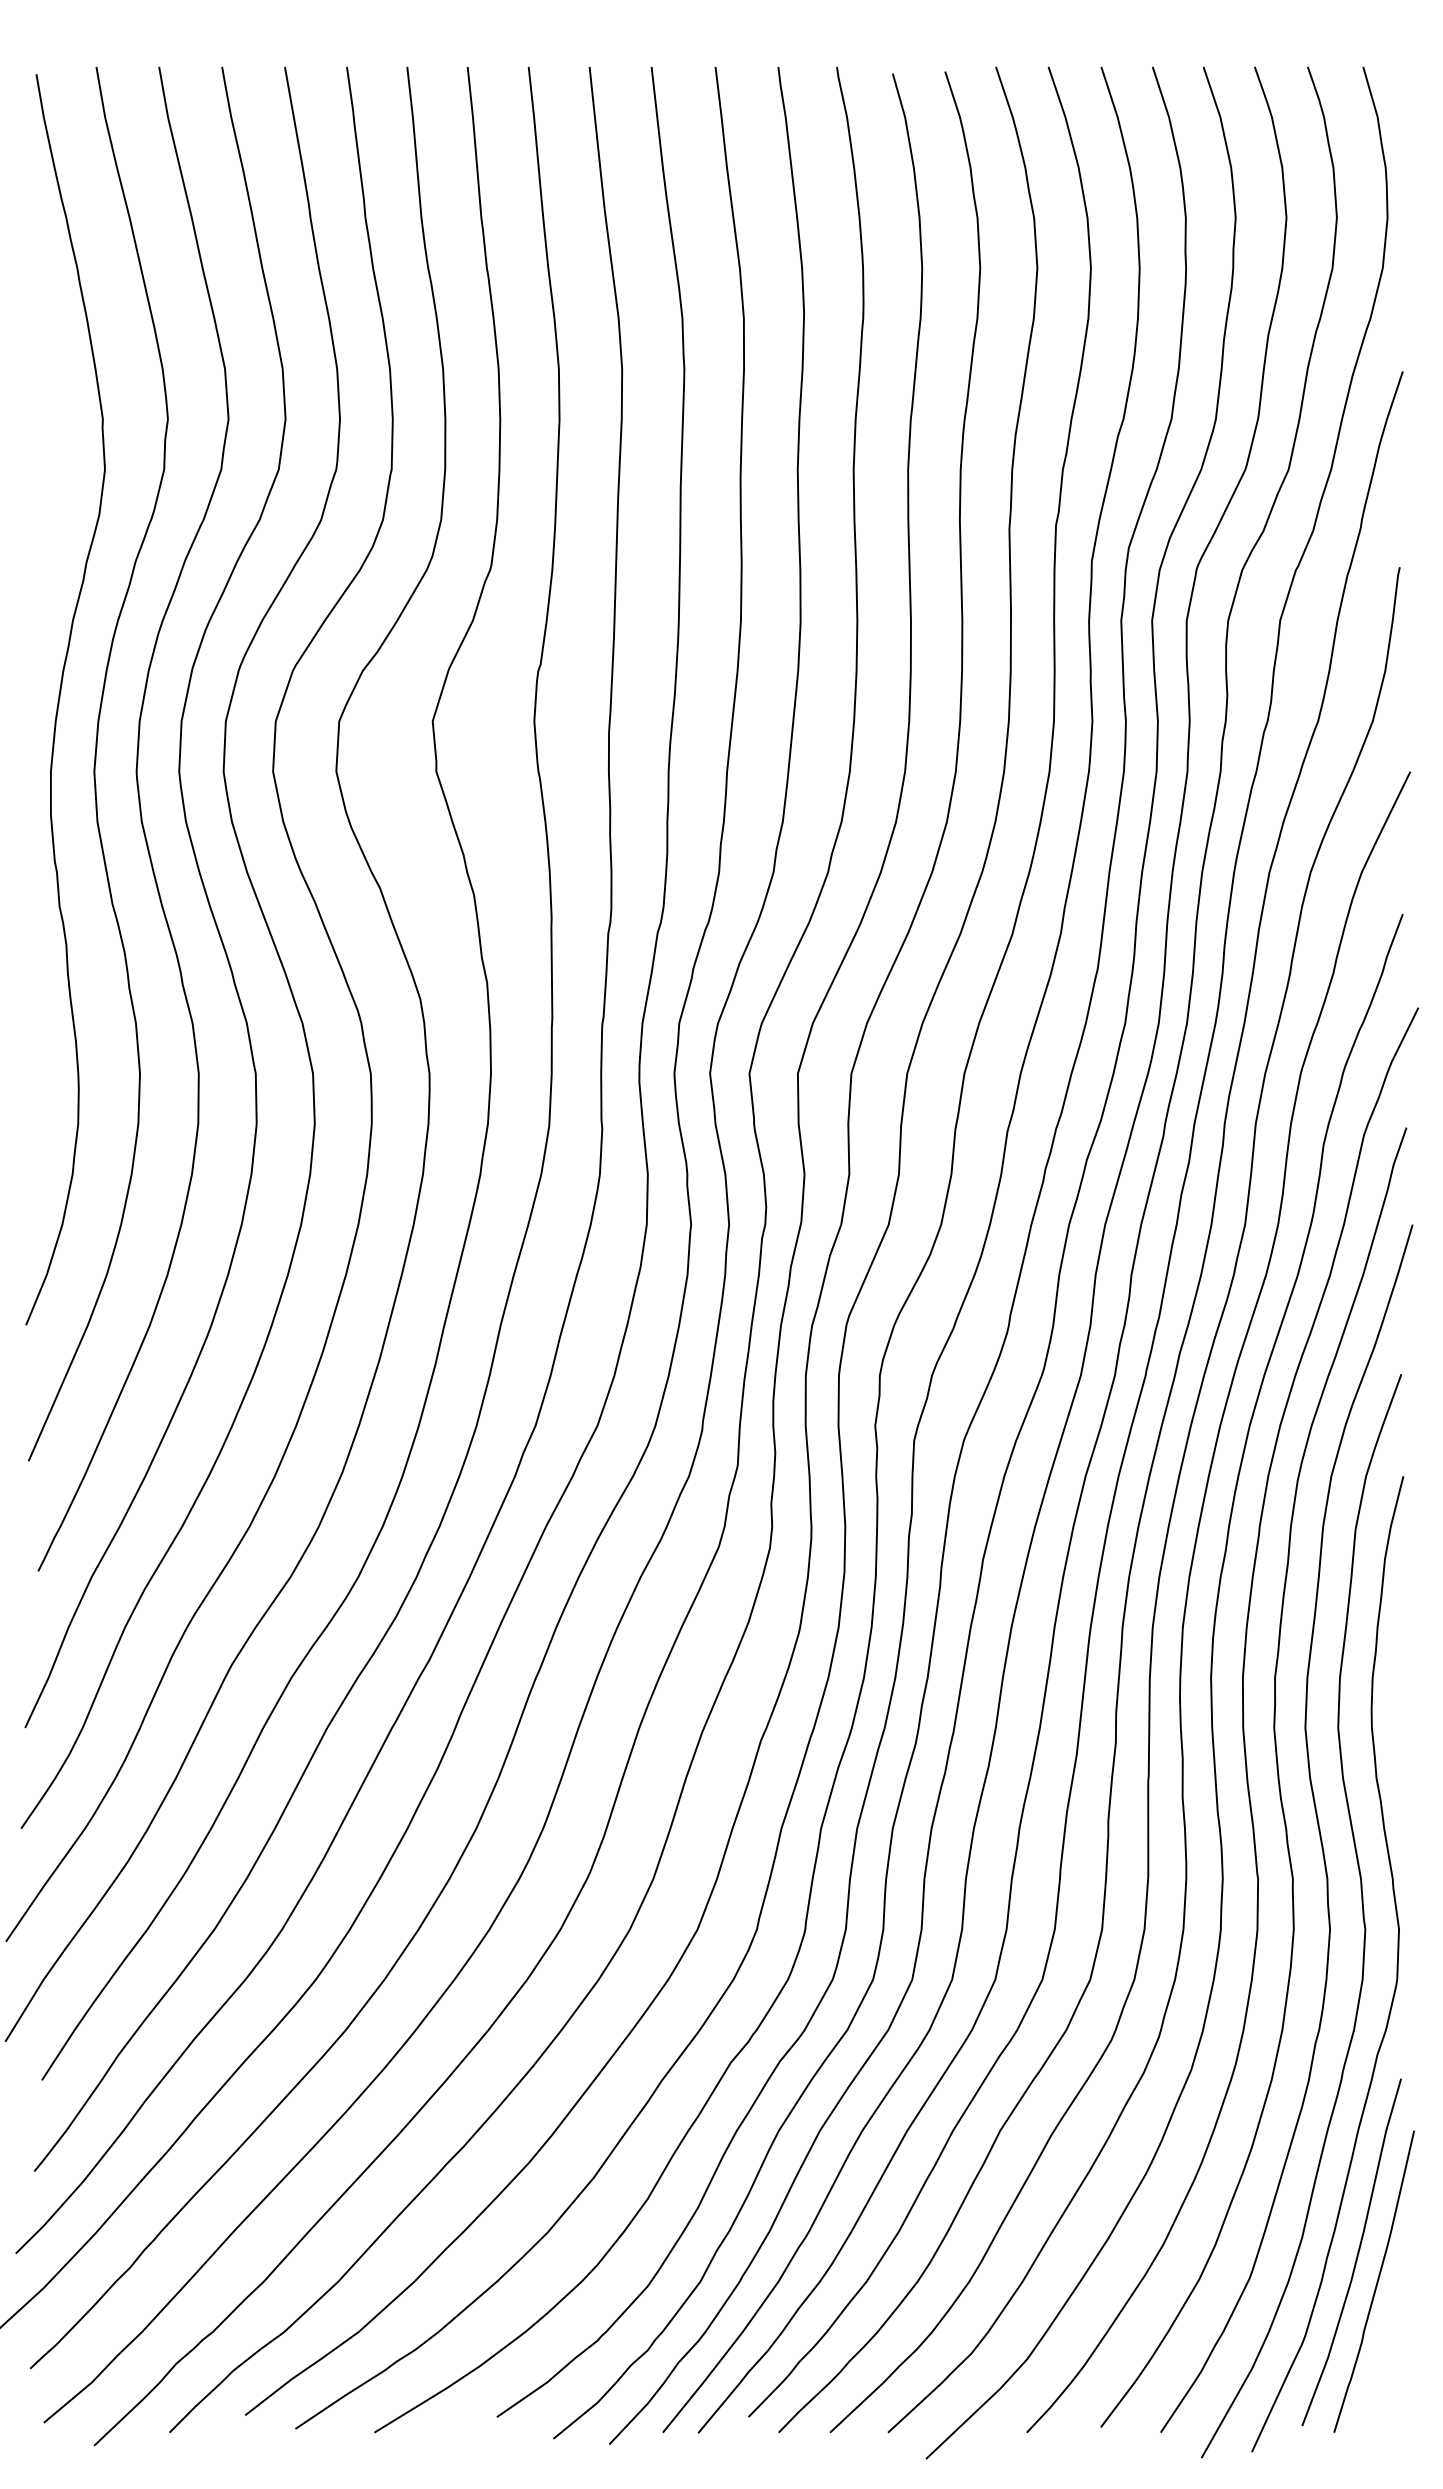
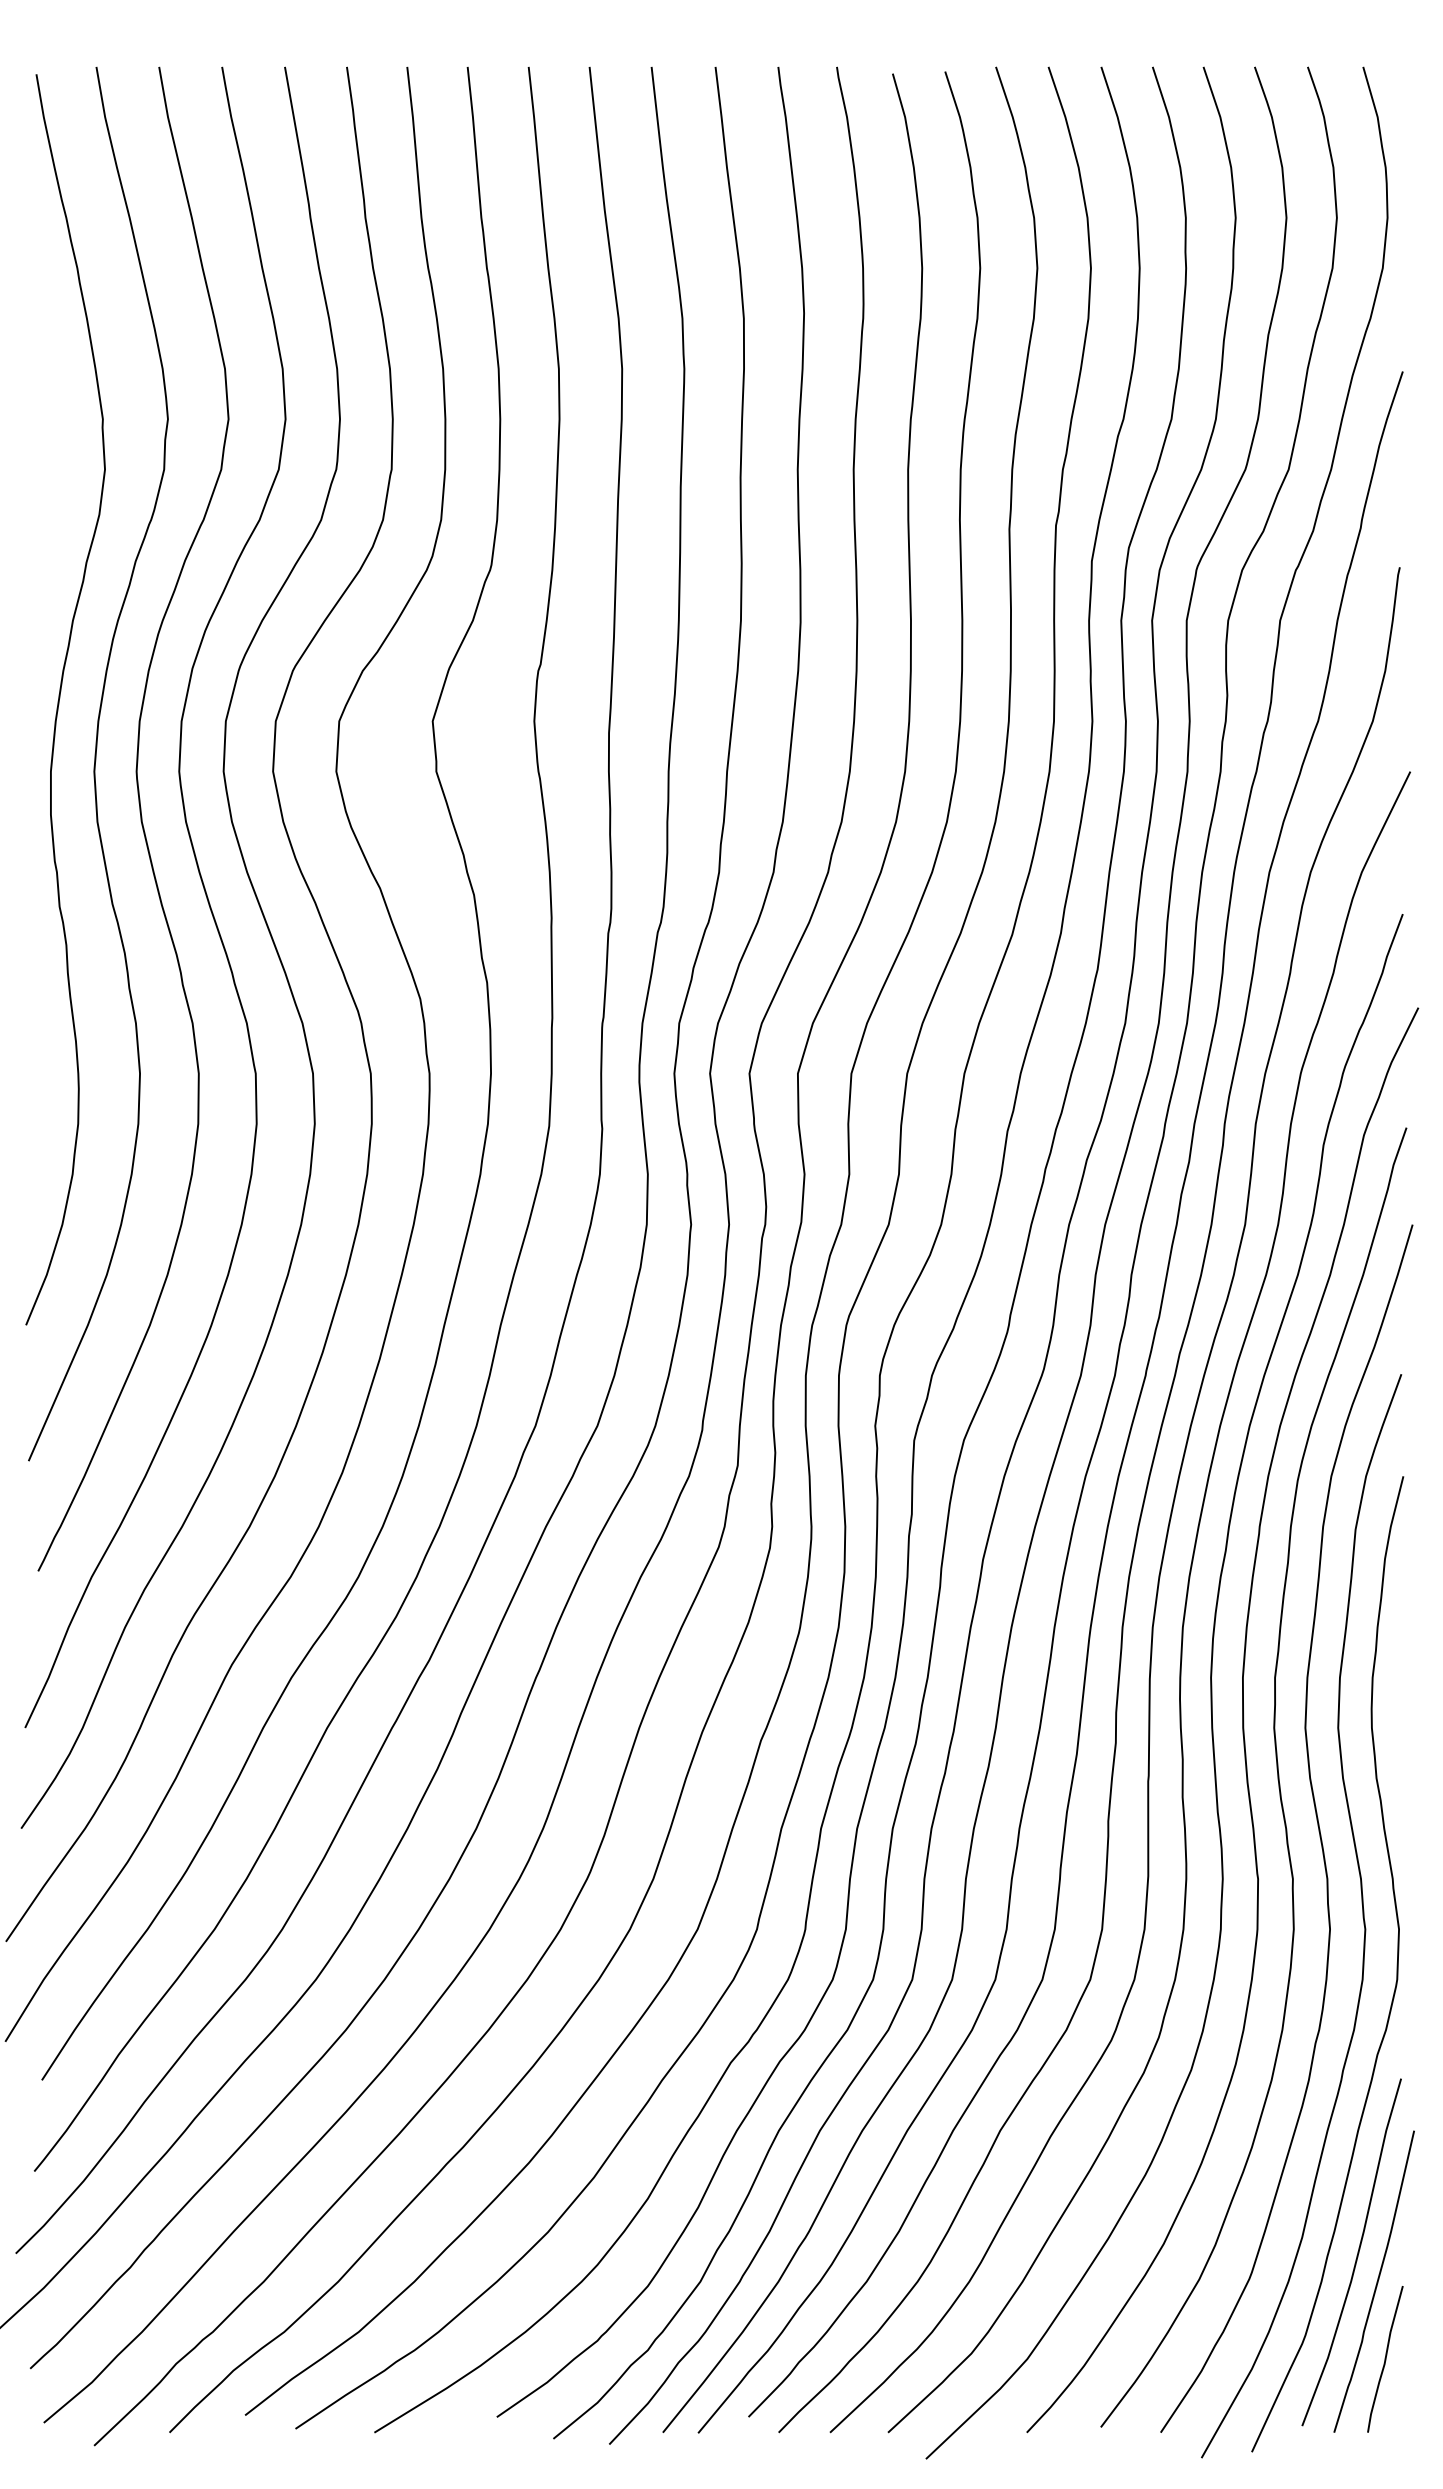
curve at (1385, 2359): none -> present
